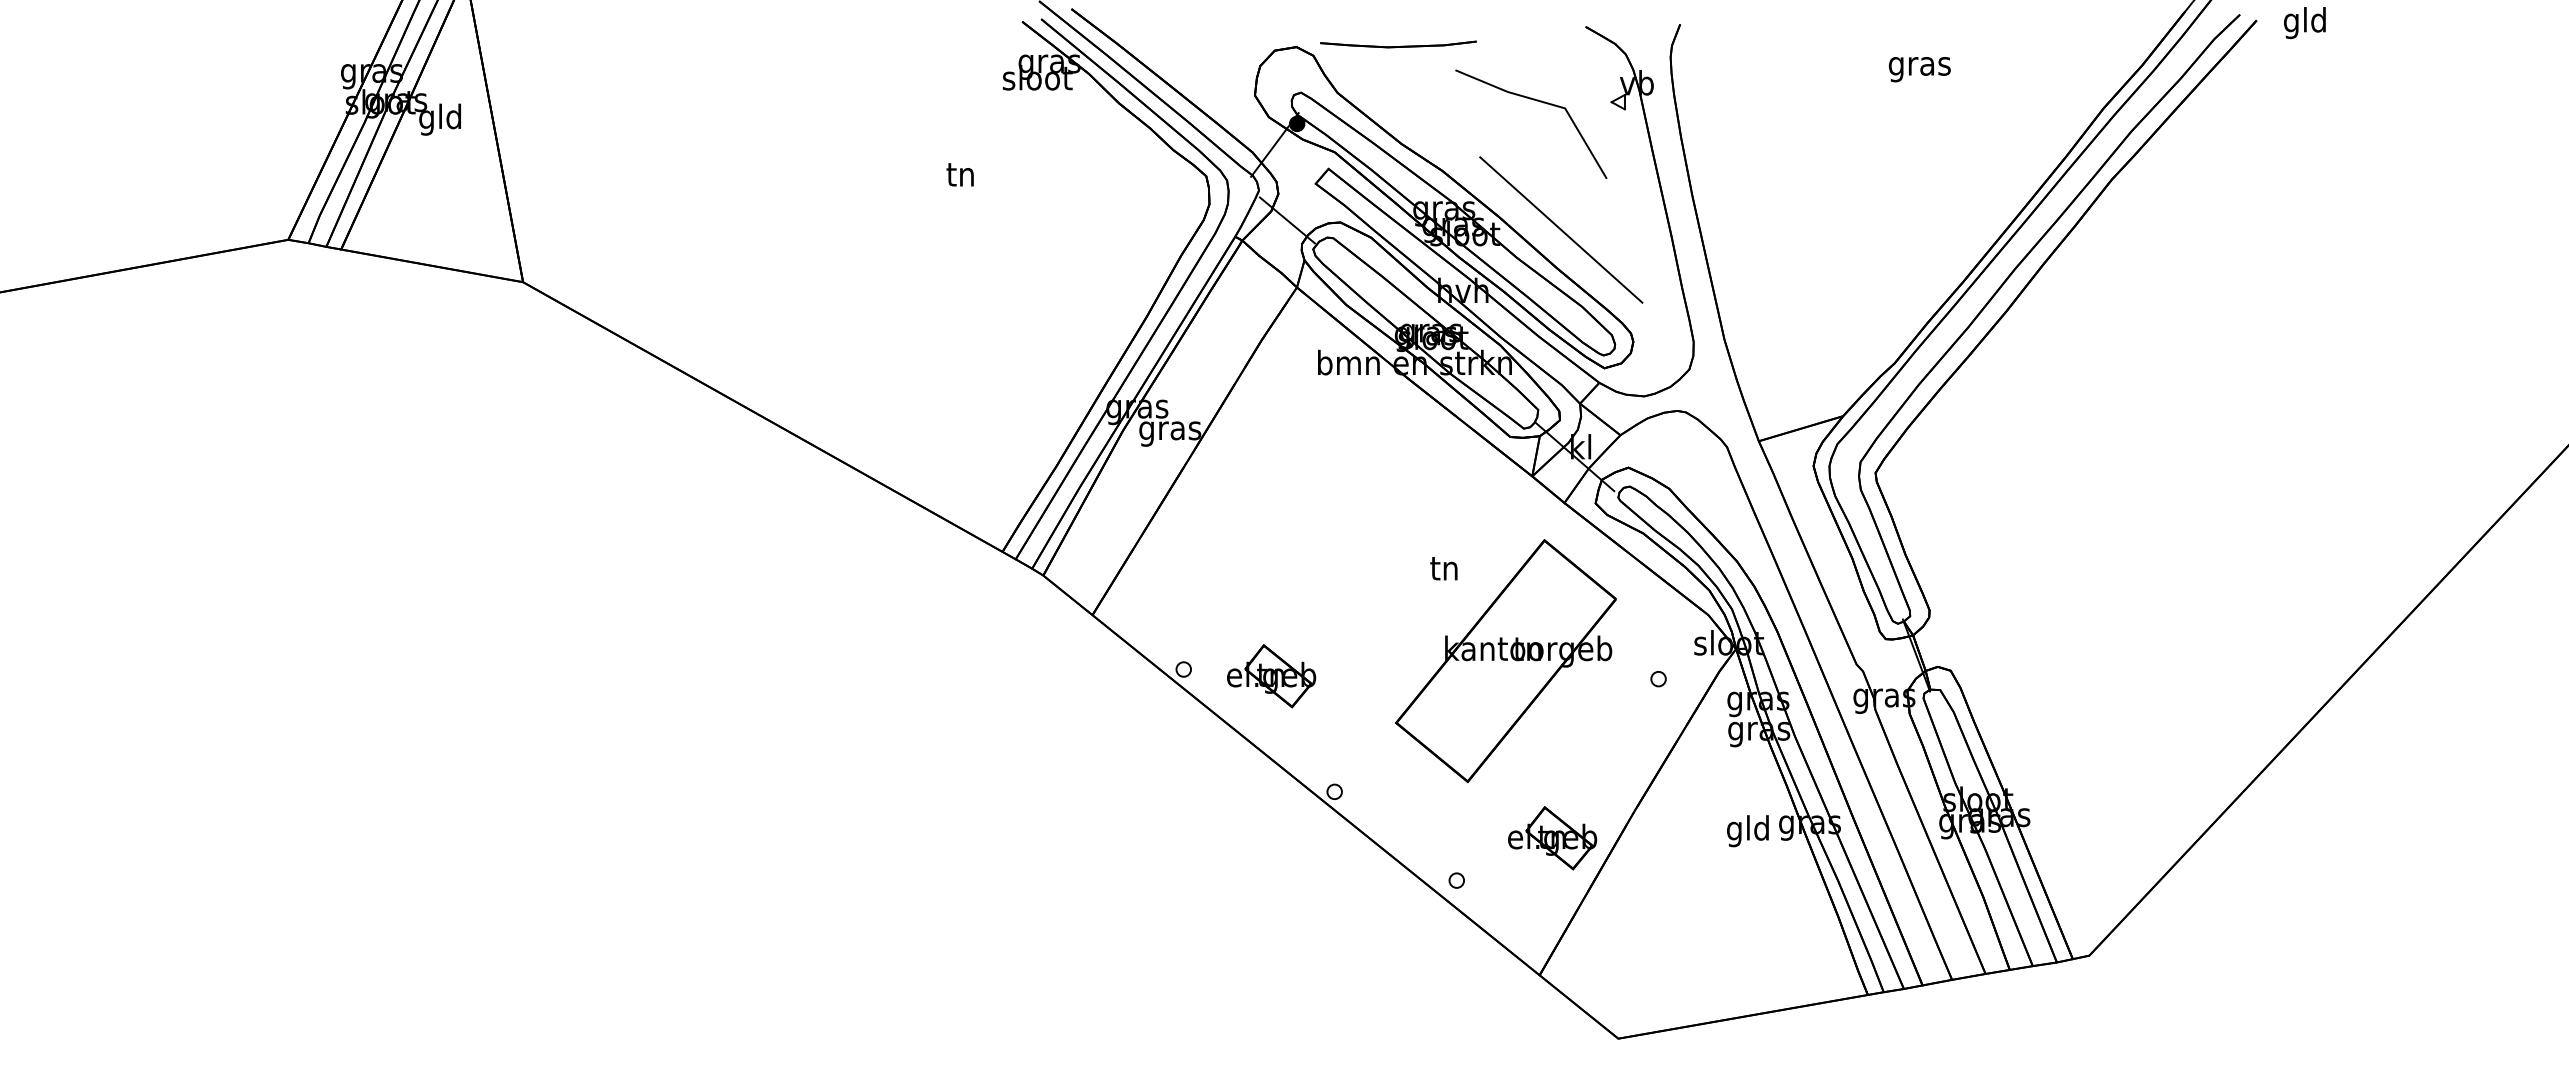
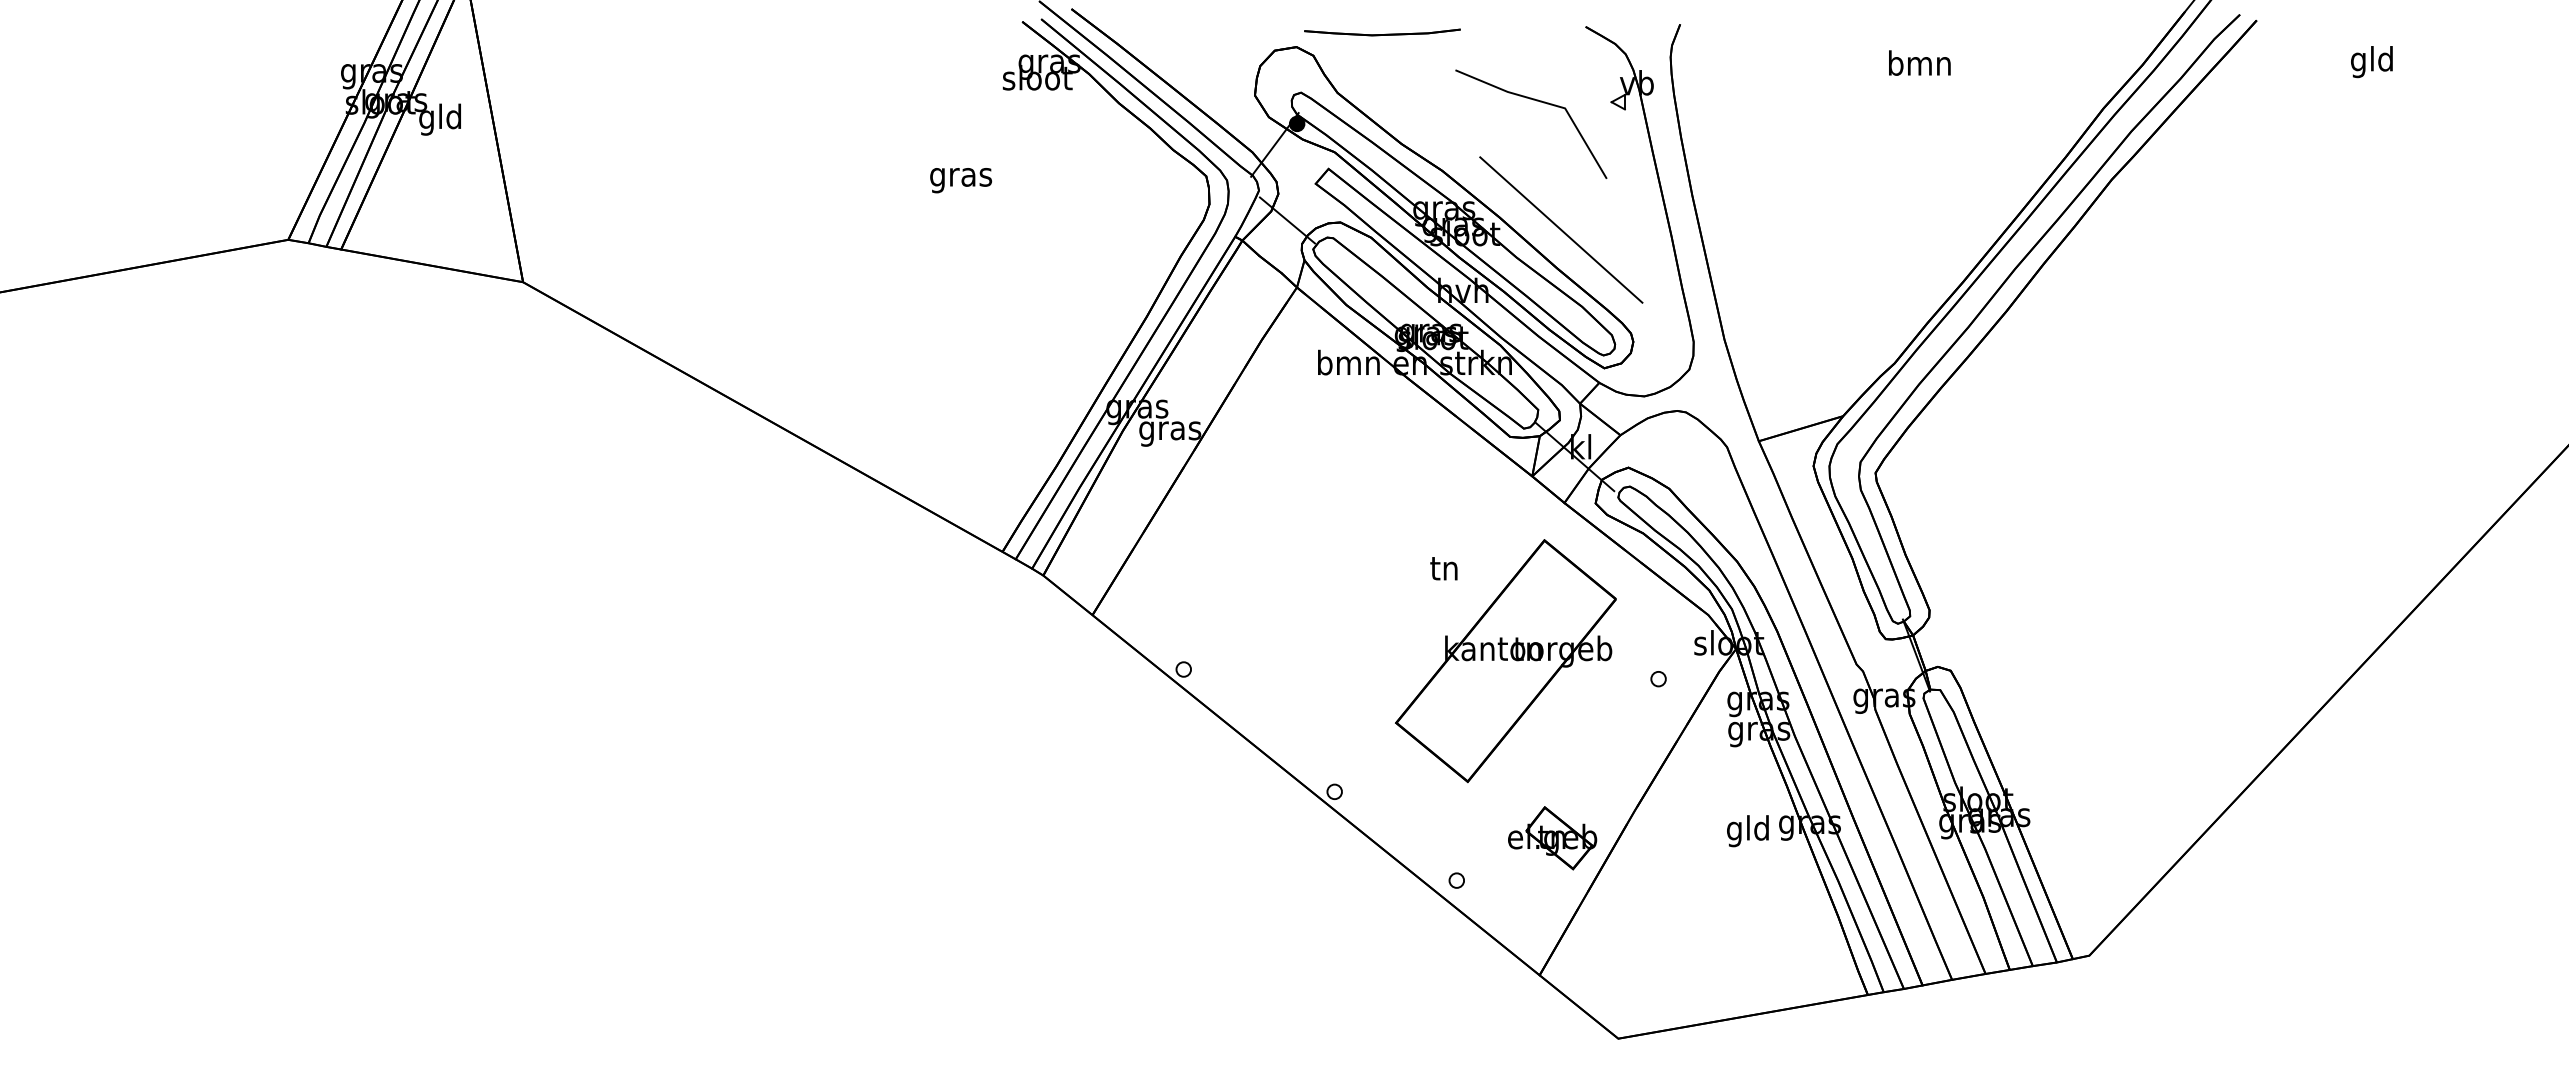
text at (2304, 23) position: (2304, 23) -> (2371, 62)
part at (1398, 44) position: (1398, 44) -> (1382, 32)
text at (1919, 66): gras -> bmn
text at (961, 178): tn -> gras
part at (1271, 676): present -> none
